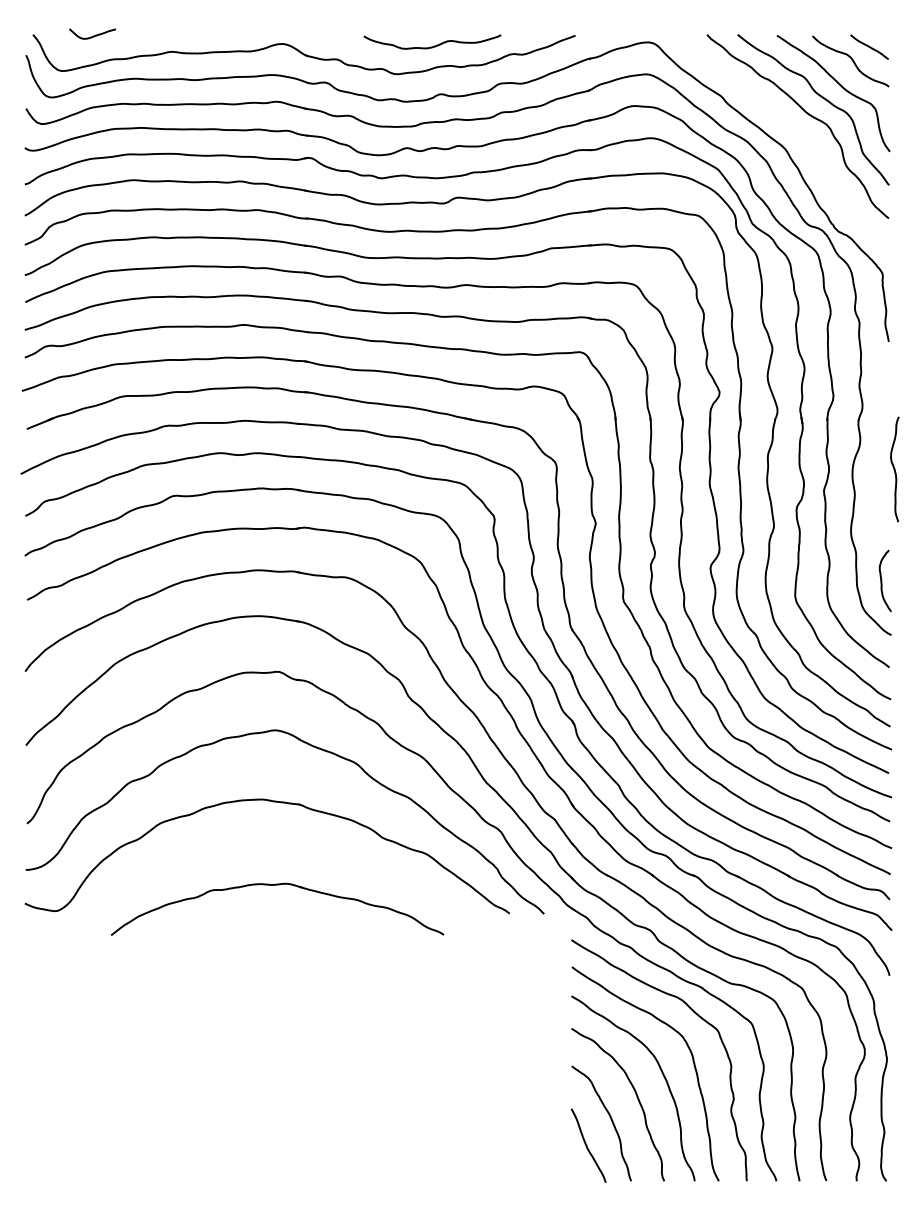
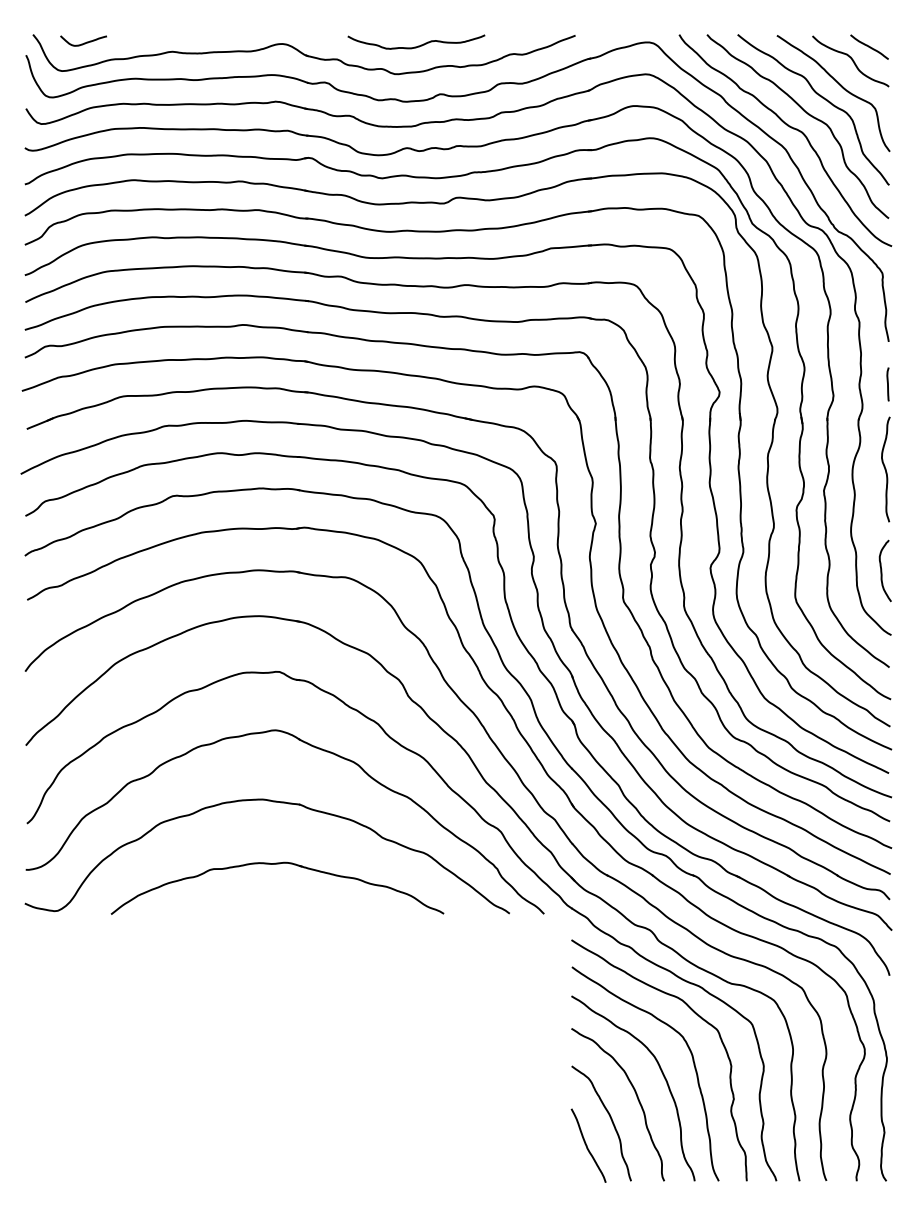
curve at (93, 35) position: (93, 35) -> (84, 42)
curve at (434, 45) position: (434, 45) -> (418, 45)
curve at (791, 128): none -> present
line at (887, 384): none -> present
curve at (894, 469) position: (894, 469) -> (885, 469)
curve at (882, 580) position: (882, 580) -> (882, 570)
part at (277, 885) position: (277, 885) -> (277, 864)
